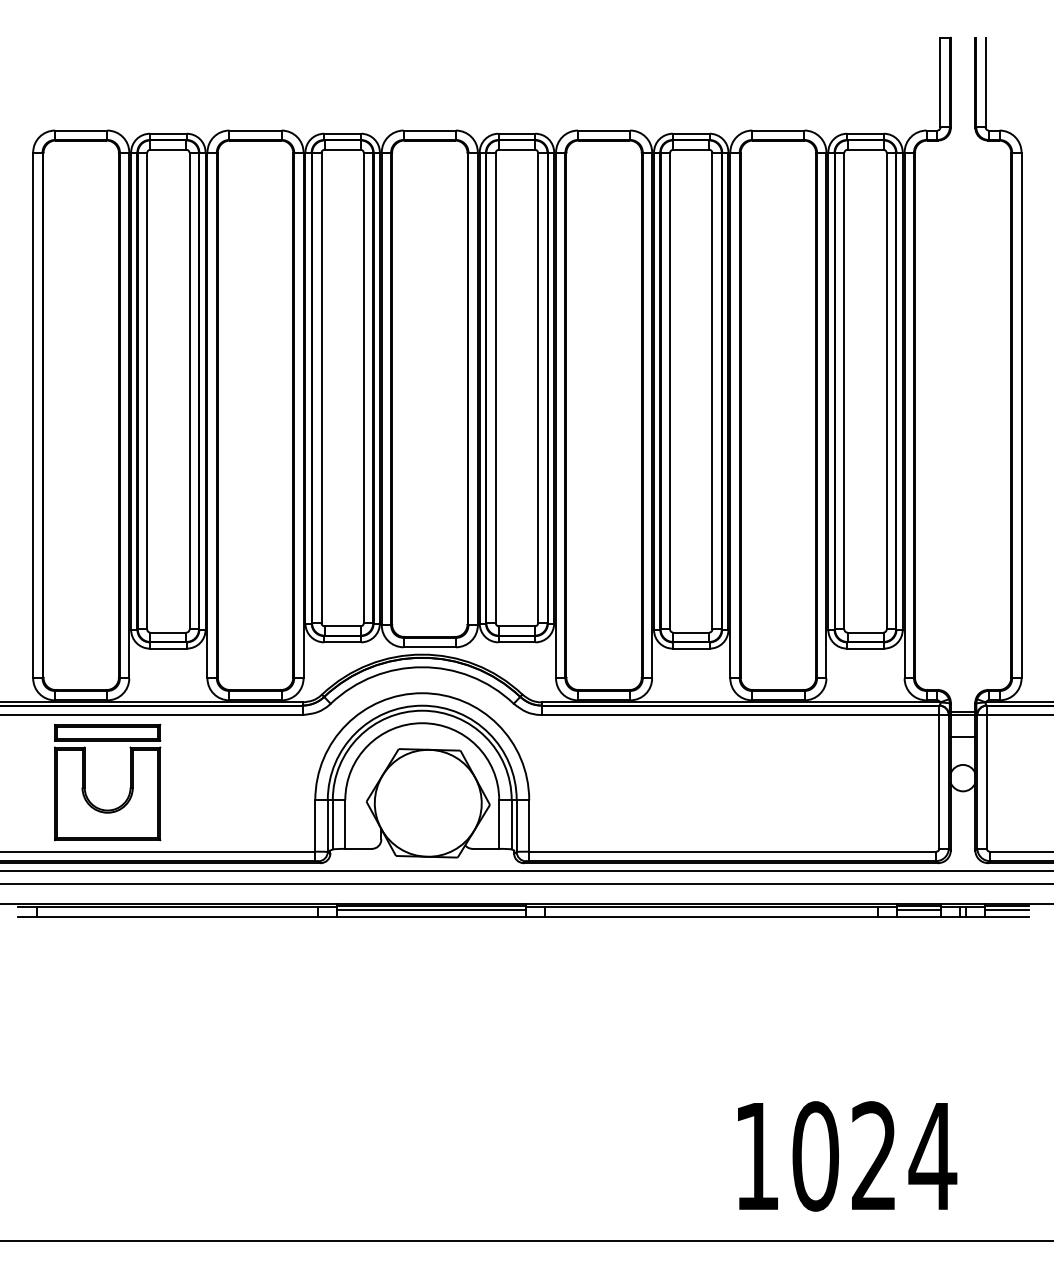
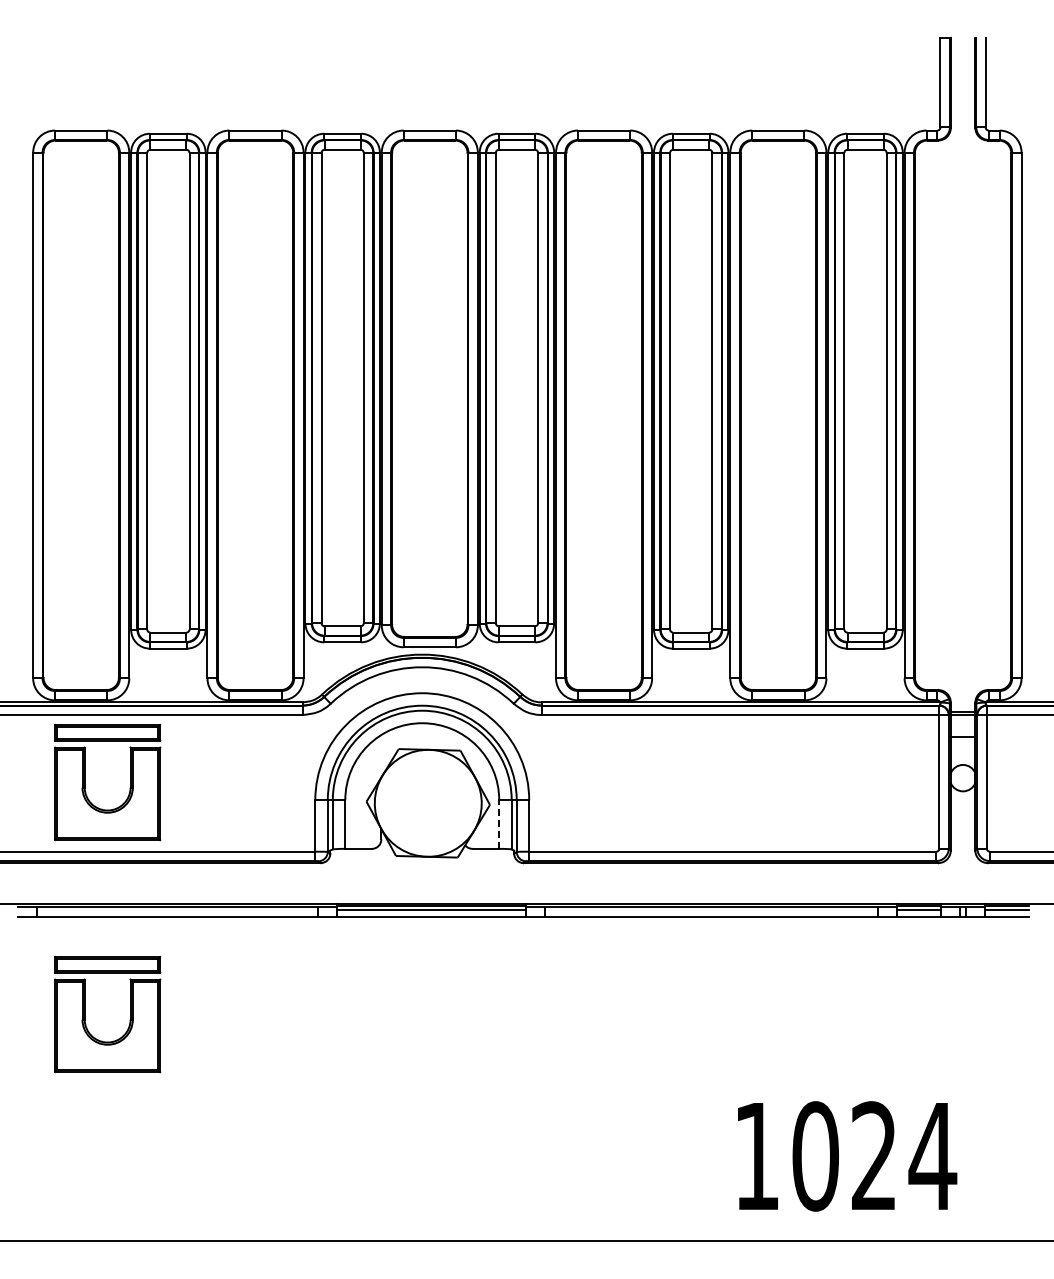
line at (499, 824): solid -> dashed
line at (526, 871): present -> none
line at (526, 883): present -> none
part at (85, 1014): none -> present
